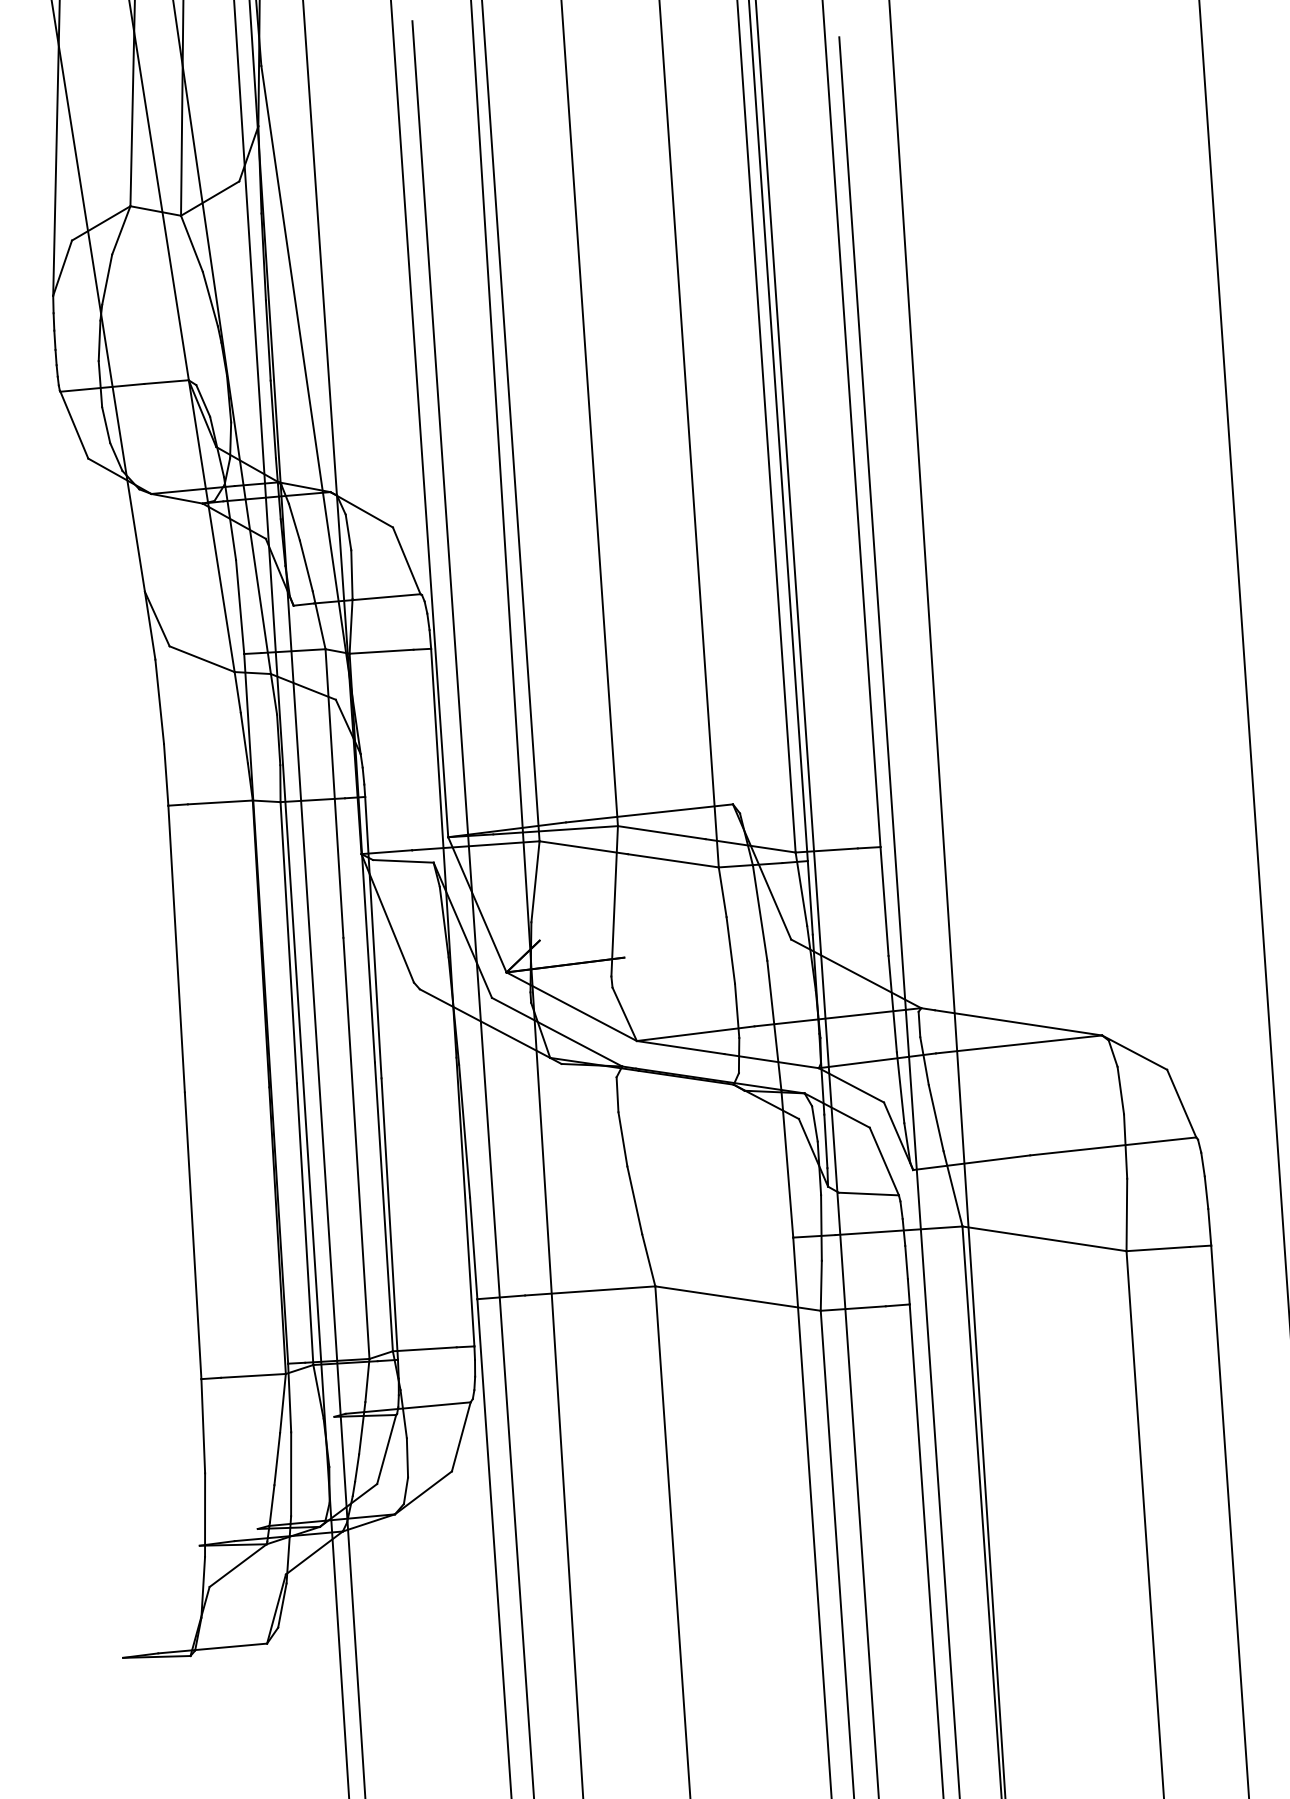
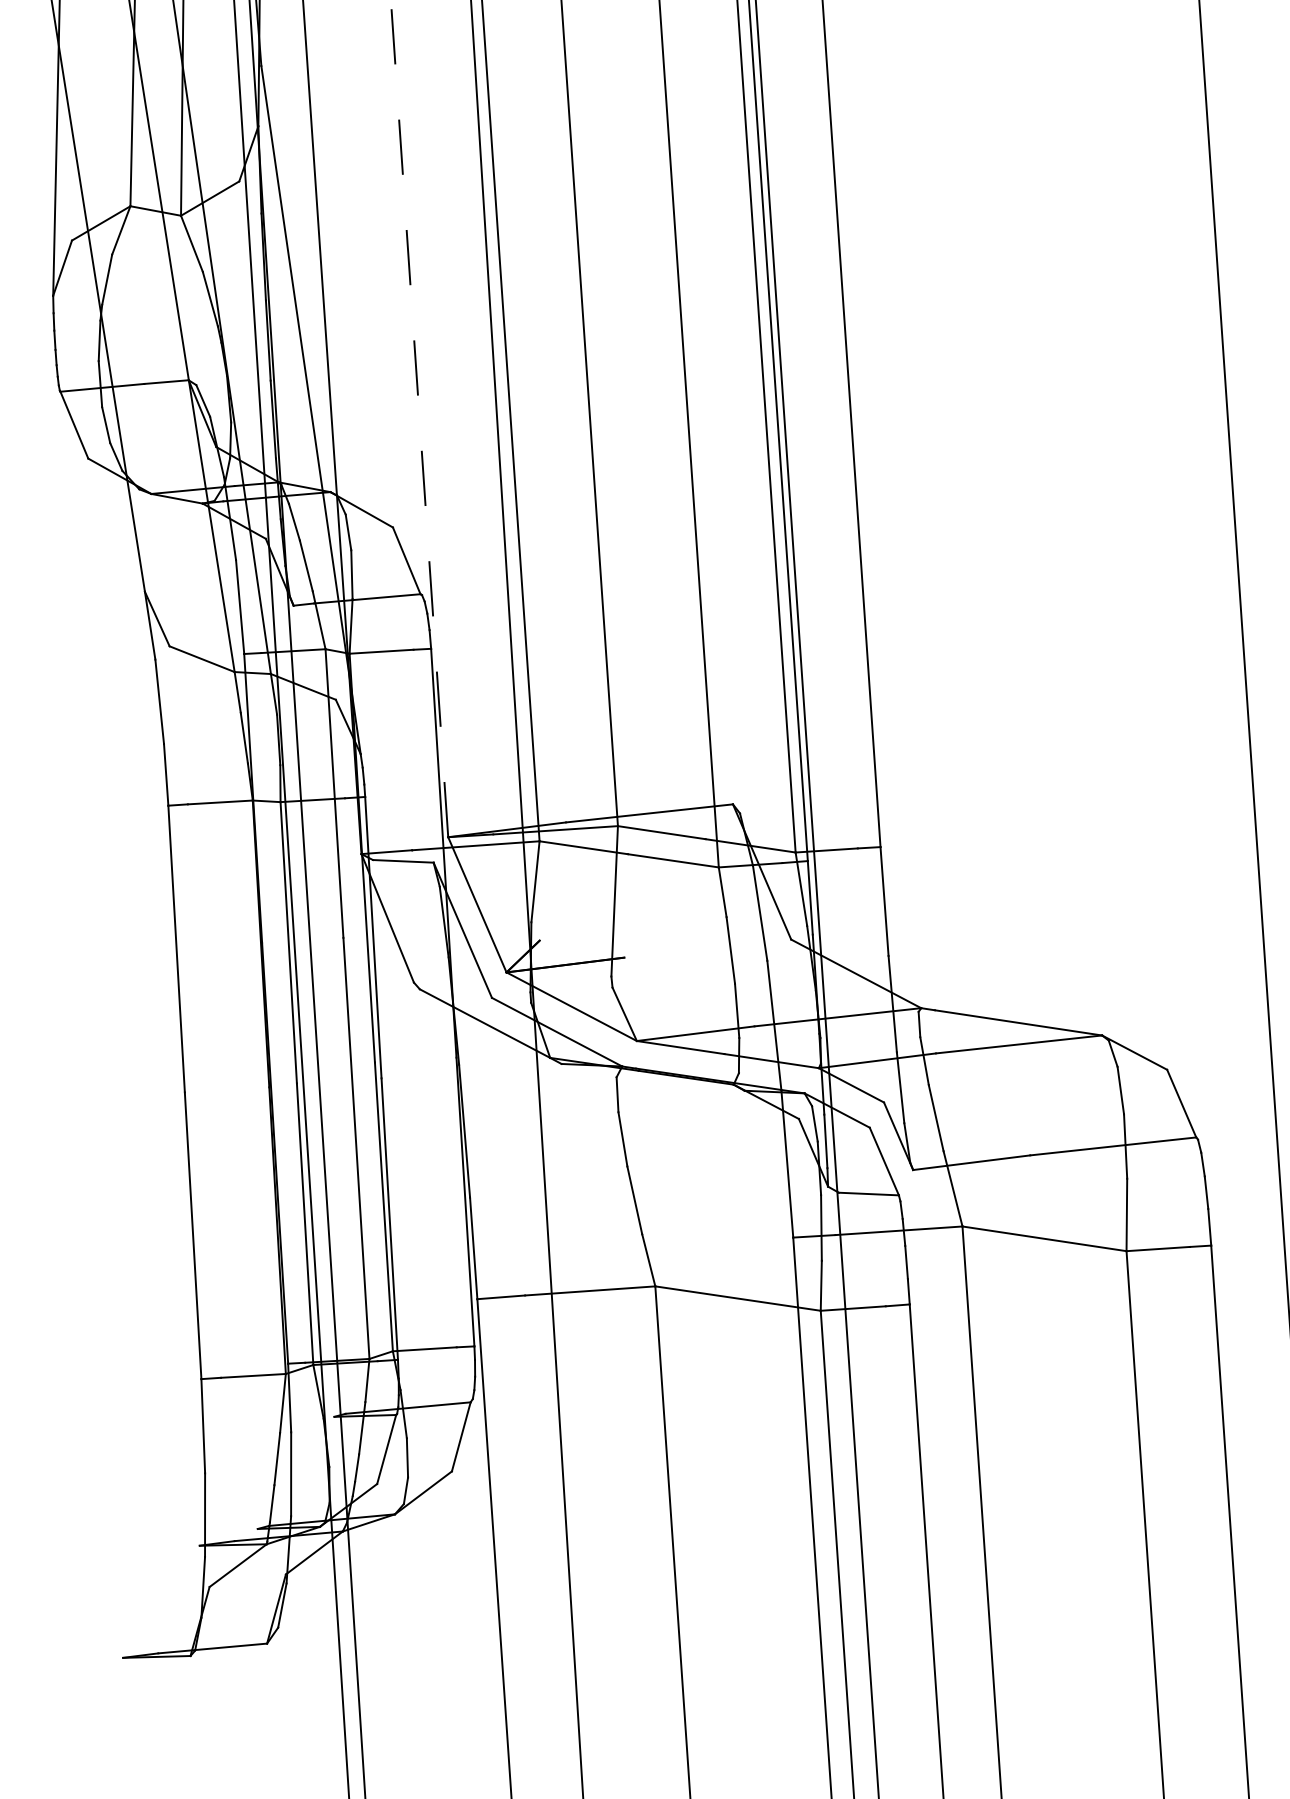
line at (419, 418): solid -> dashed
line at (947, 898): present -> none
line at (472, 908): present -> none
line at (899, 916): present -> none
